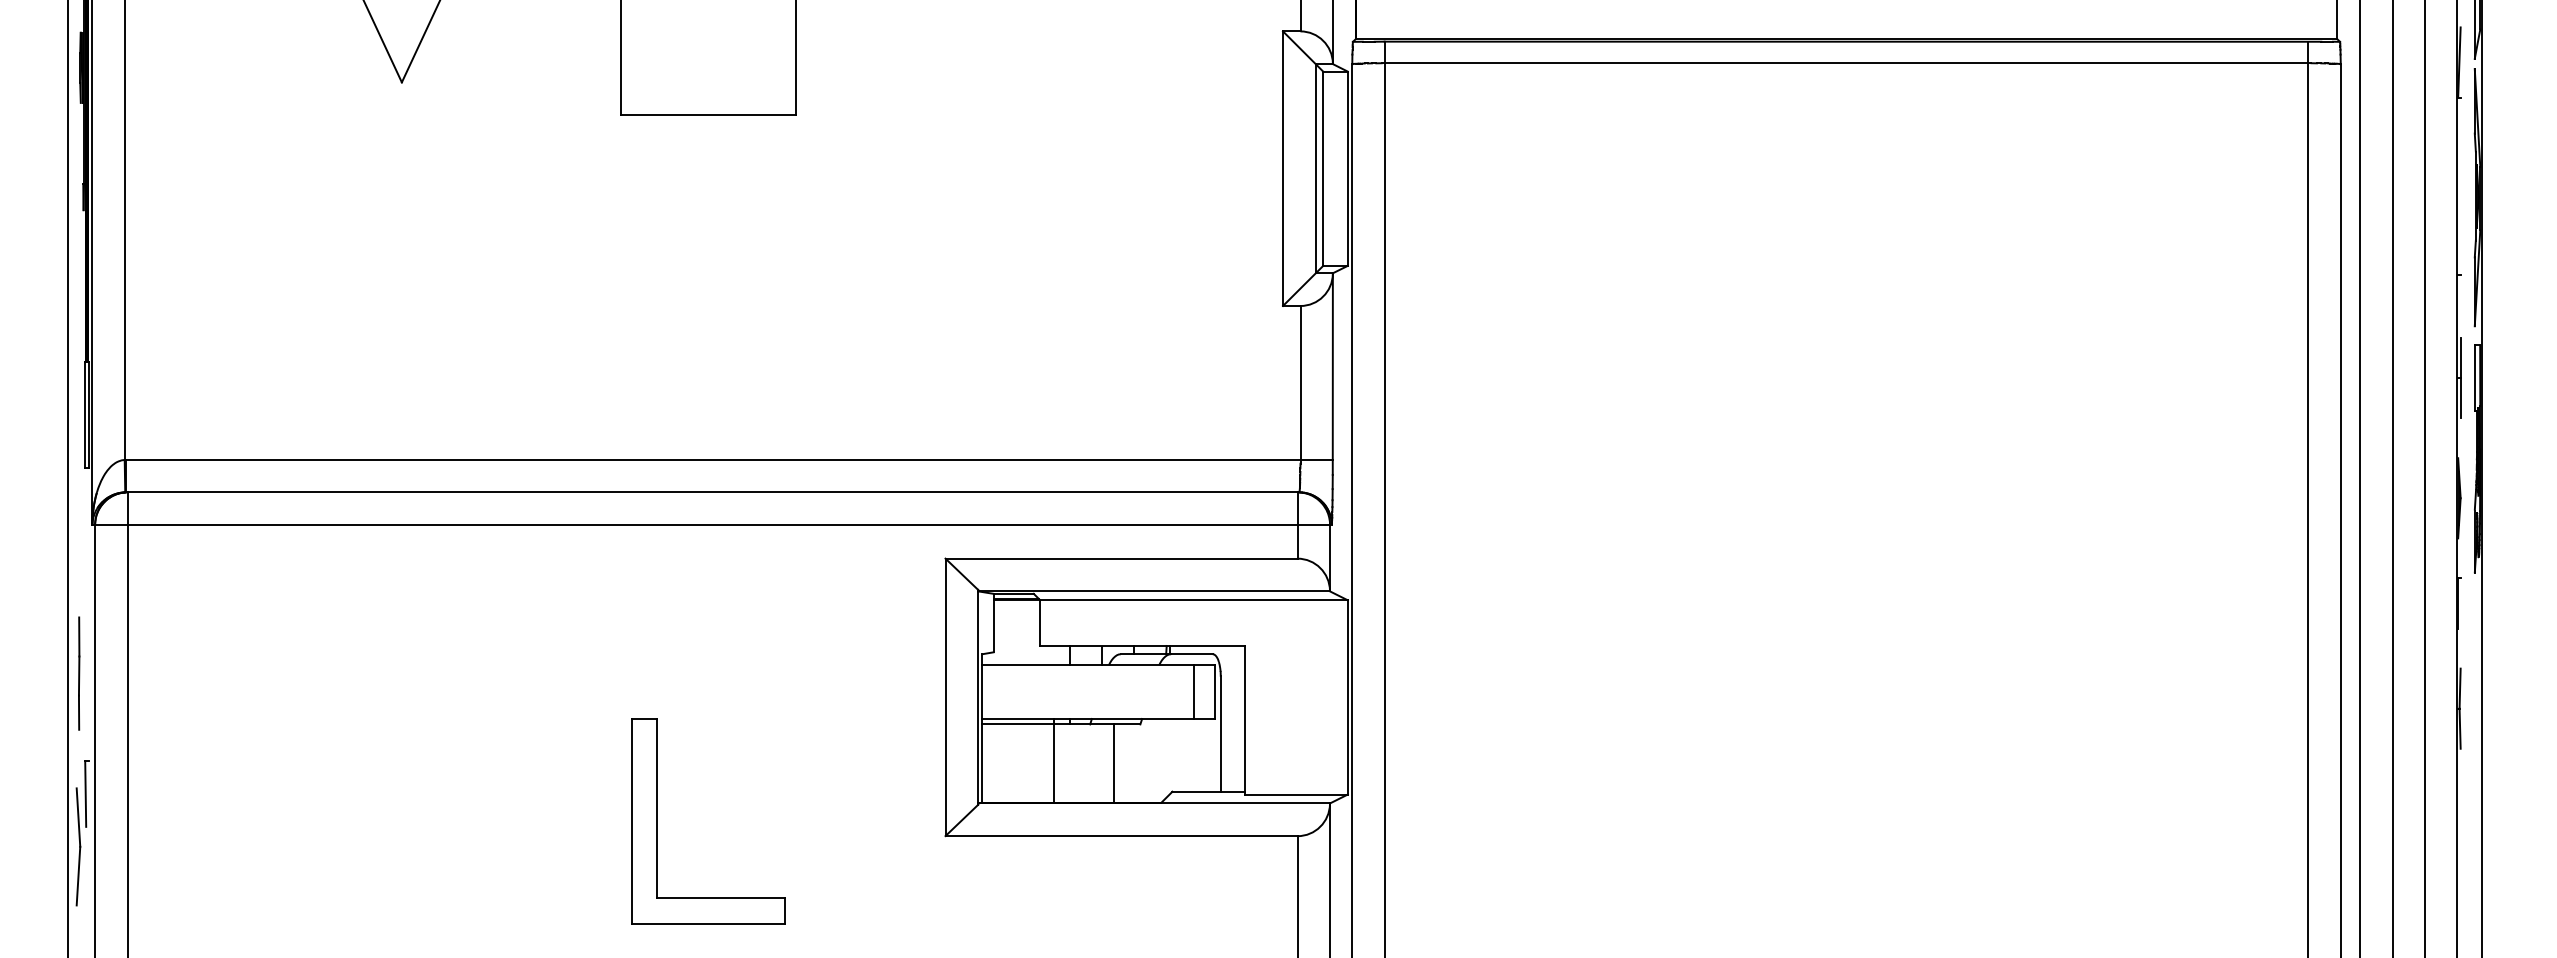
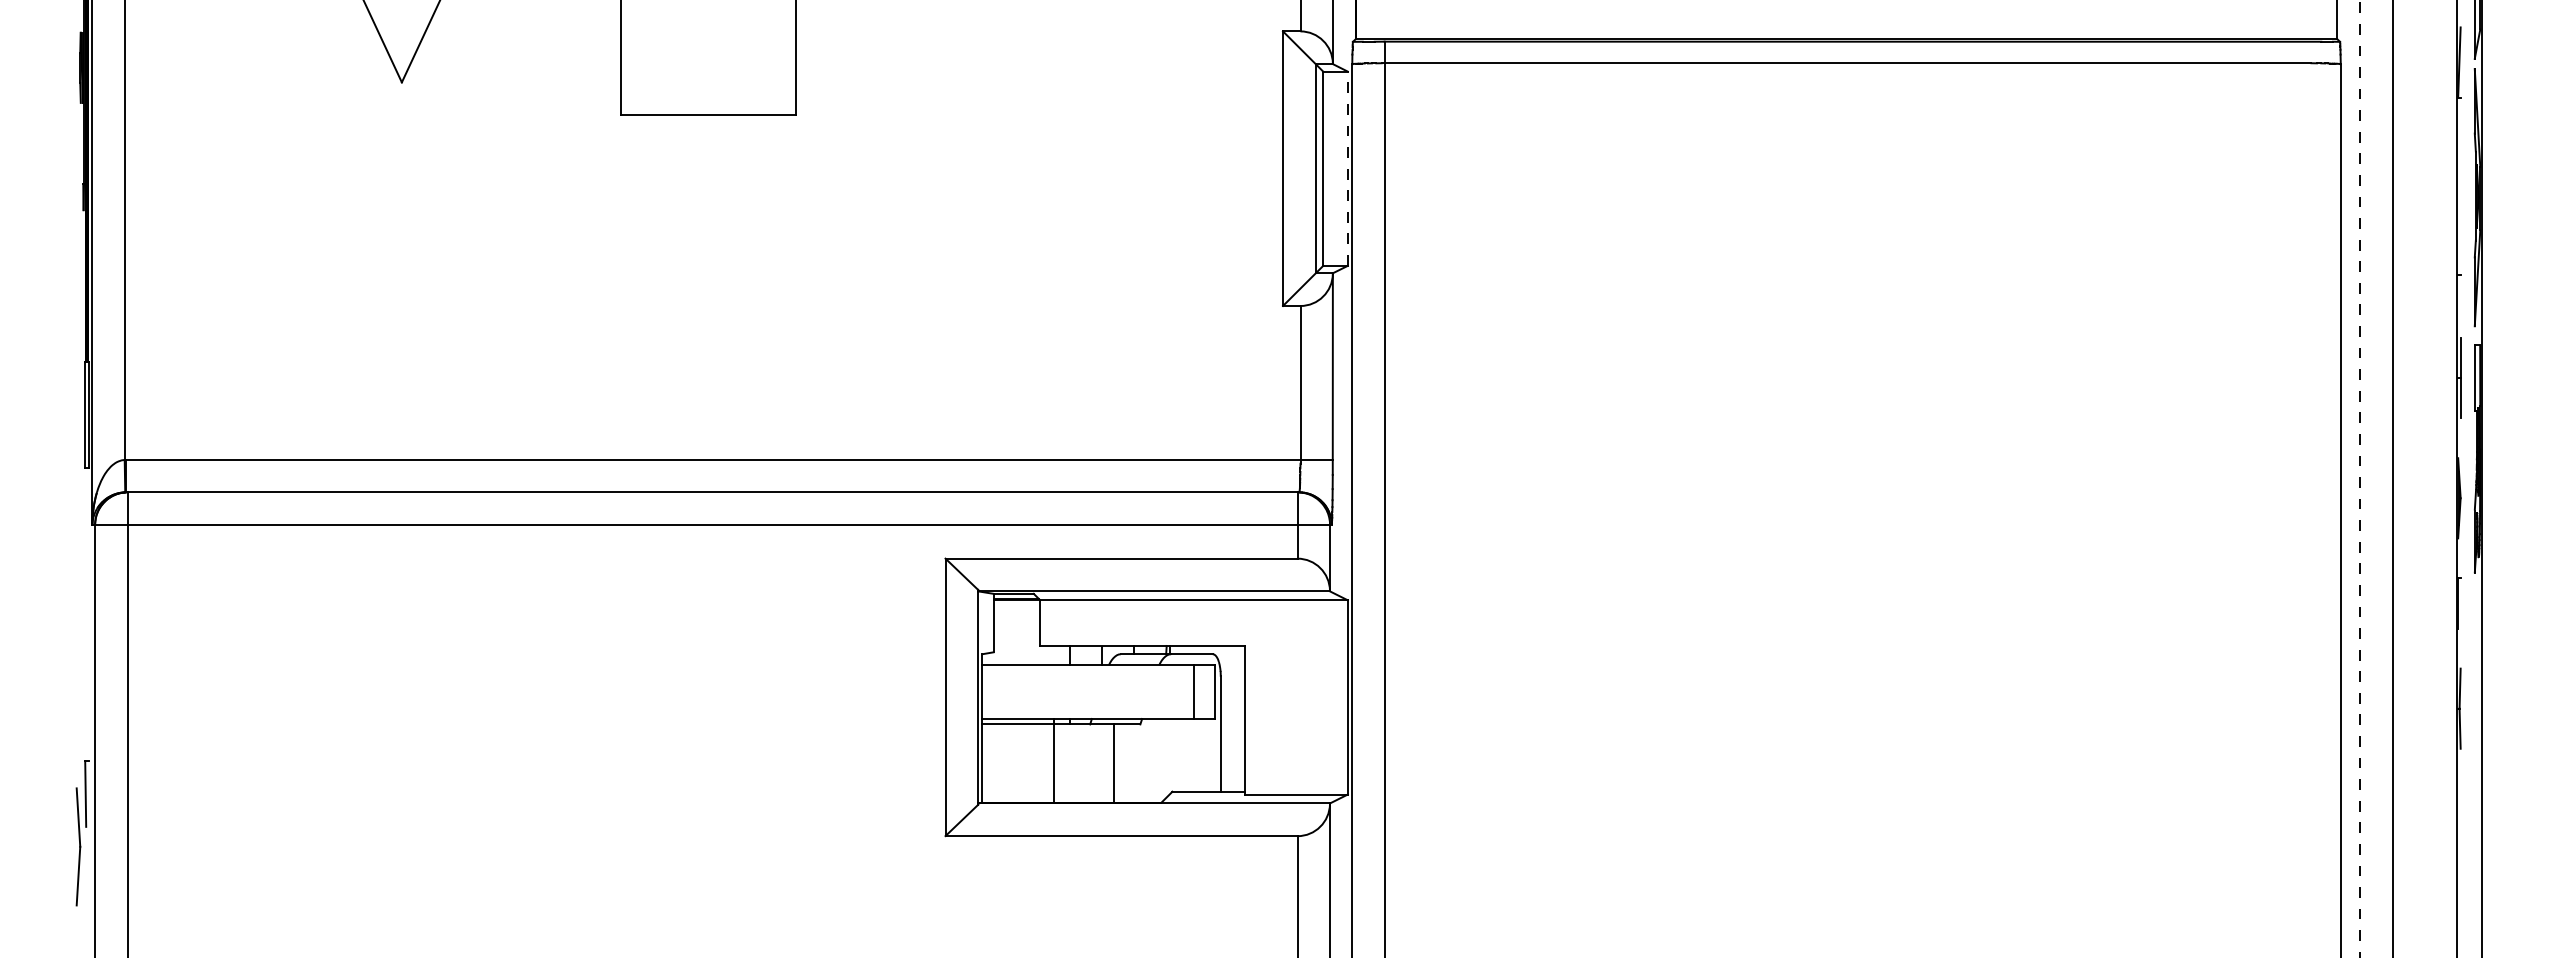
line at (1347, 168): solid -> dashed
line at (67, 478): present -> none
line at (2424, 478): present -> none
line at (2360, 479): solid -> dashed
line at (2308, 497): present -> none
line at (79, 673): present -> none
part at (657, 821): present -> none
